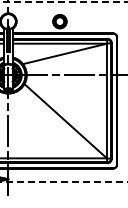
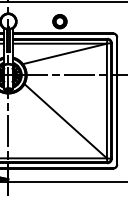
line at (63, 2): dashed -> solid
line at (64, 181): dashed -> solid
